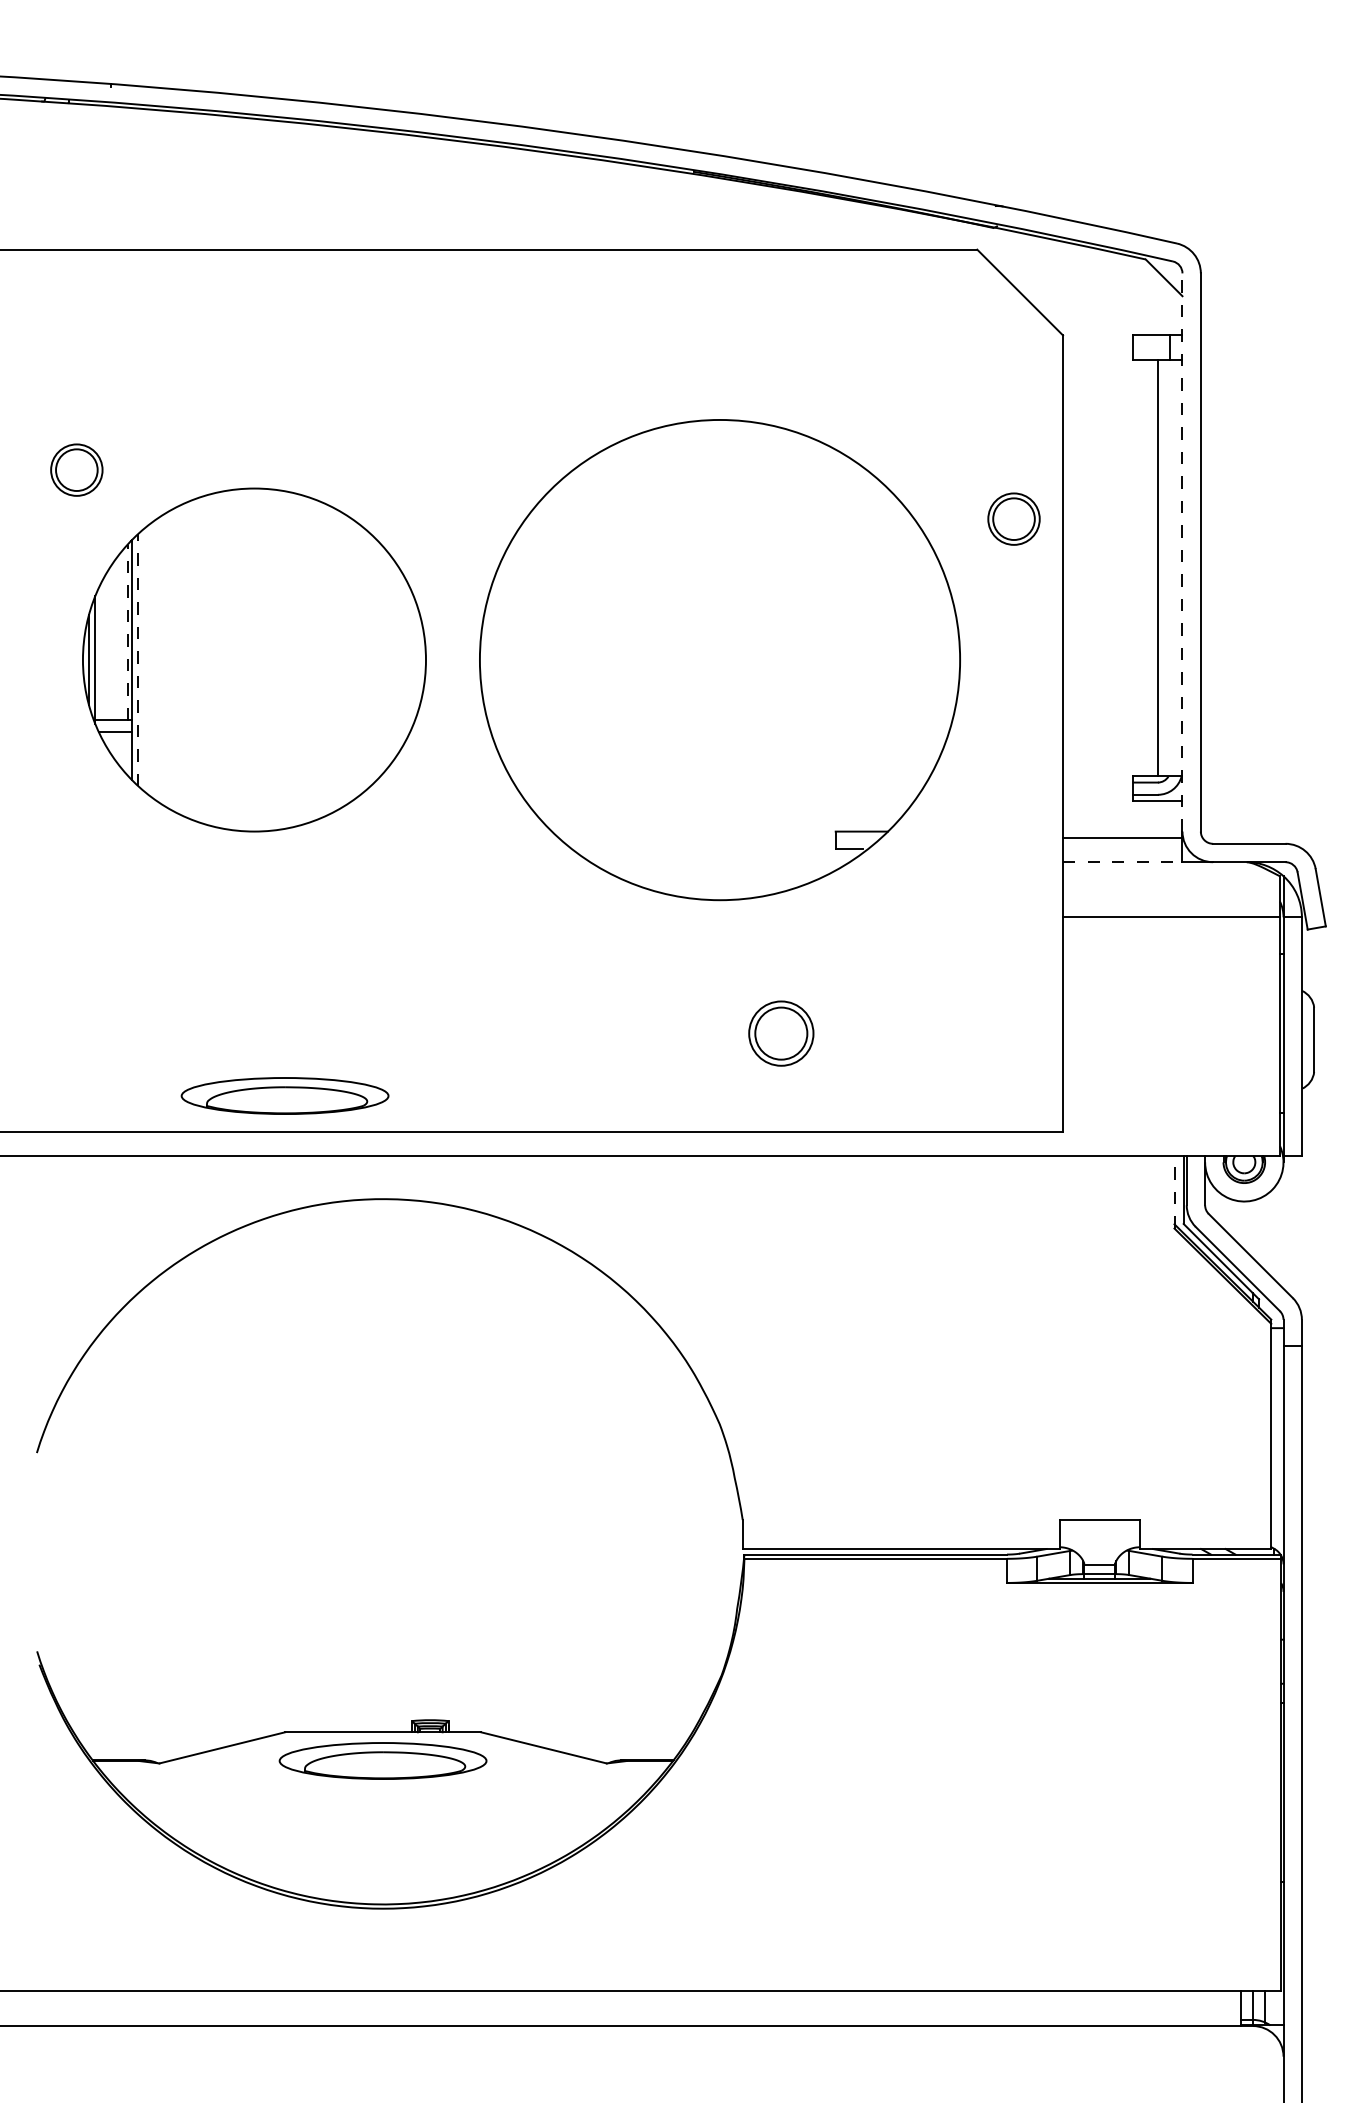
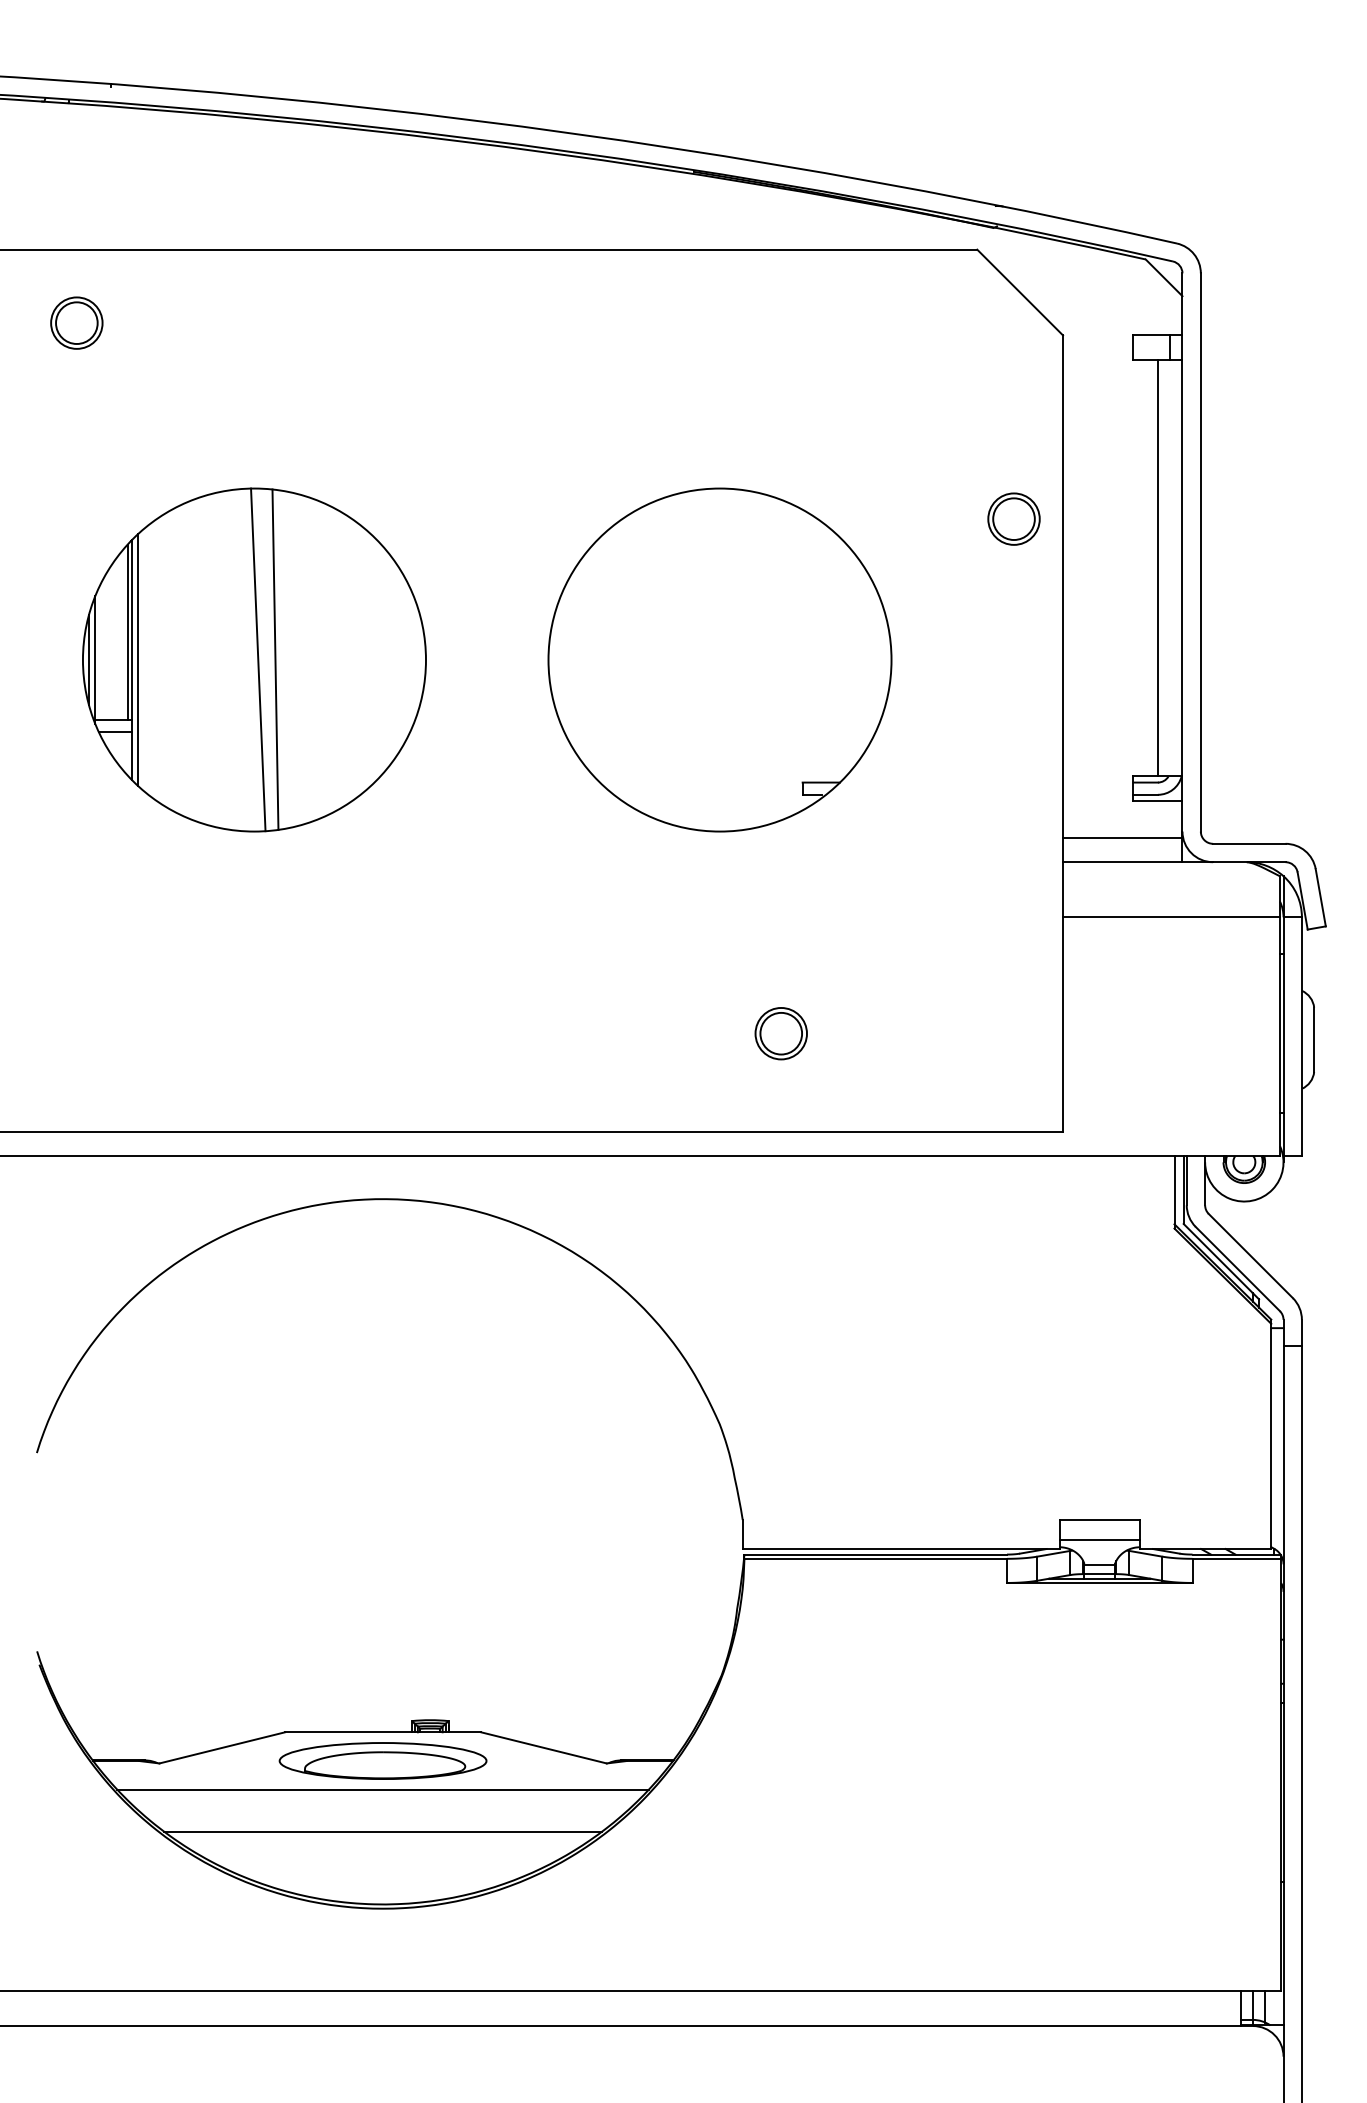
part at (76, 469) position: (76, 469) -> (76, 322)
line at (1182, 551): dashed -> solid
line at (127, 632): dashed -> solid
line at (258, 659): none -> present
line at (275, 659): none -> present
line at (138, 660): dashed -> solid
part at (719, 660) size: 482x483 px -> 346x346 px
line at (1122, 862): dashed -> solid
part at (781, 1033) size: 67x67 px -> 54x54 px
part at (284, 1095): present -> none
line at (1174, 1191): dashed -> solid
line at (1099, 1540): none -> present
line at (382, 1789): none -> present
line at (382, 1831): none -> present
